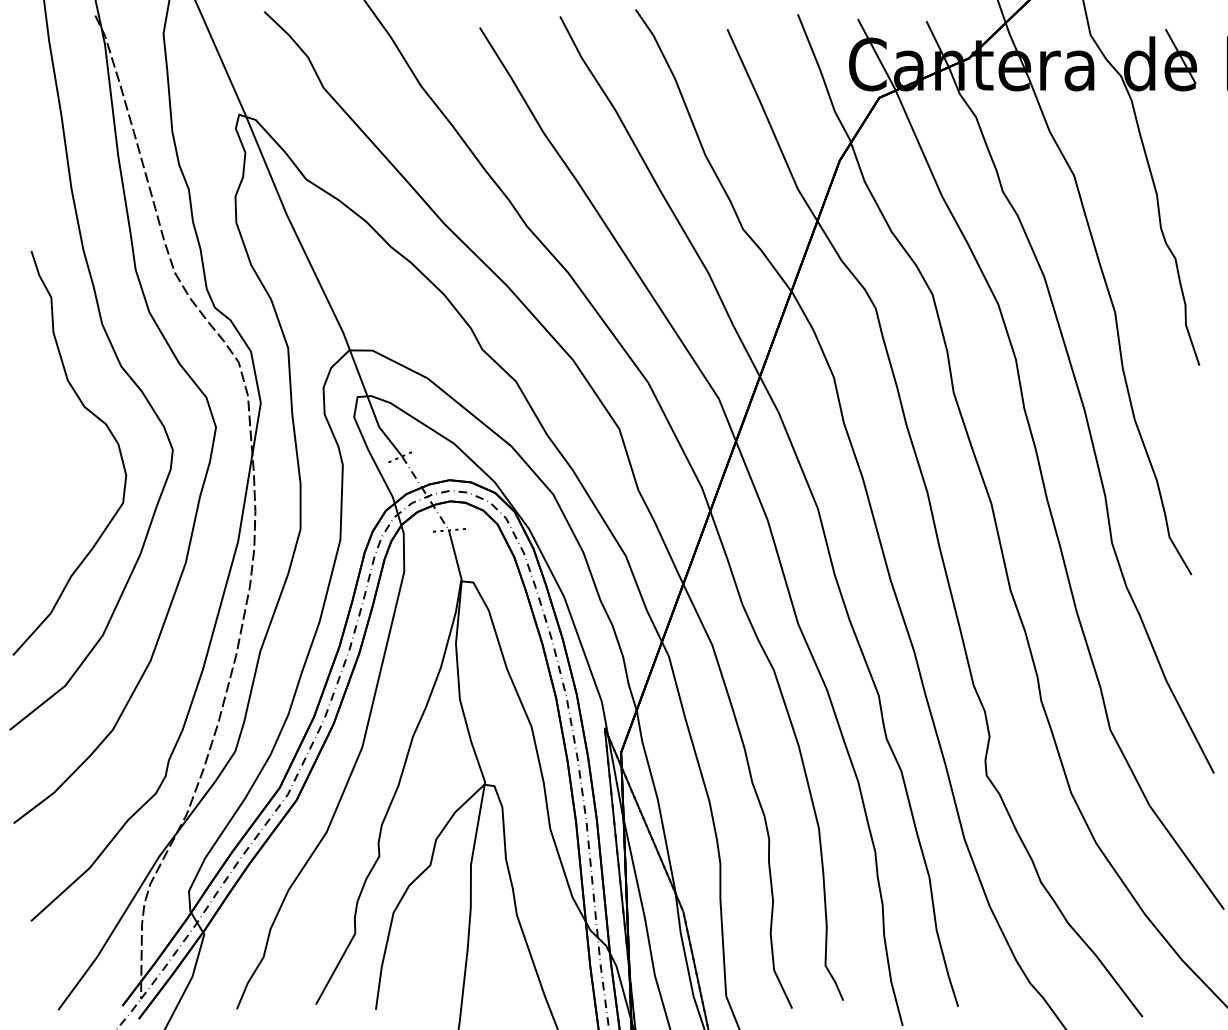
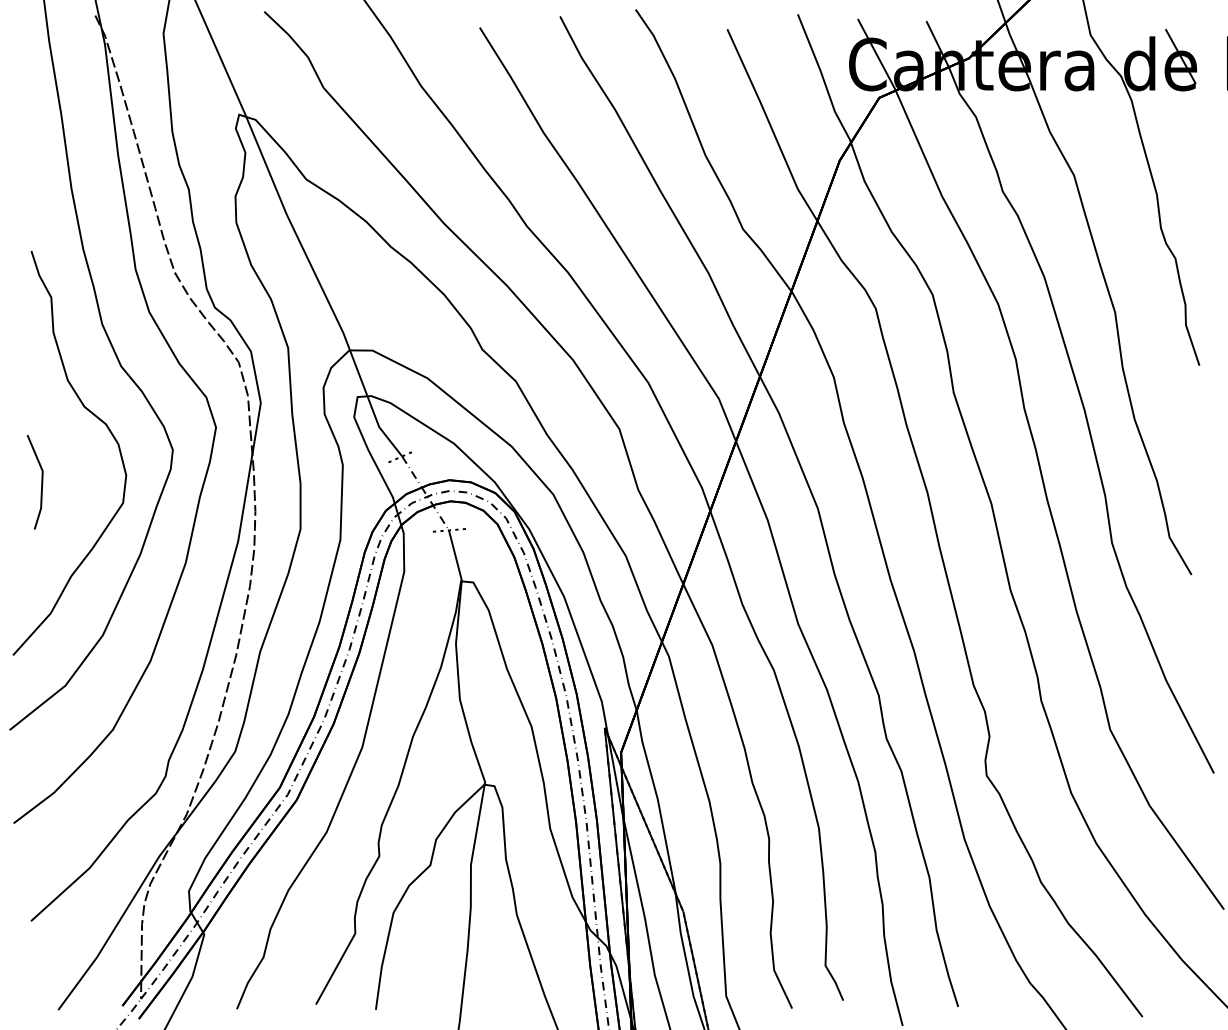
line at (41, 482): none -> present
